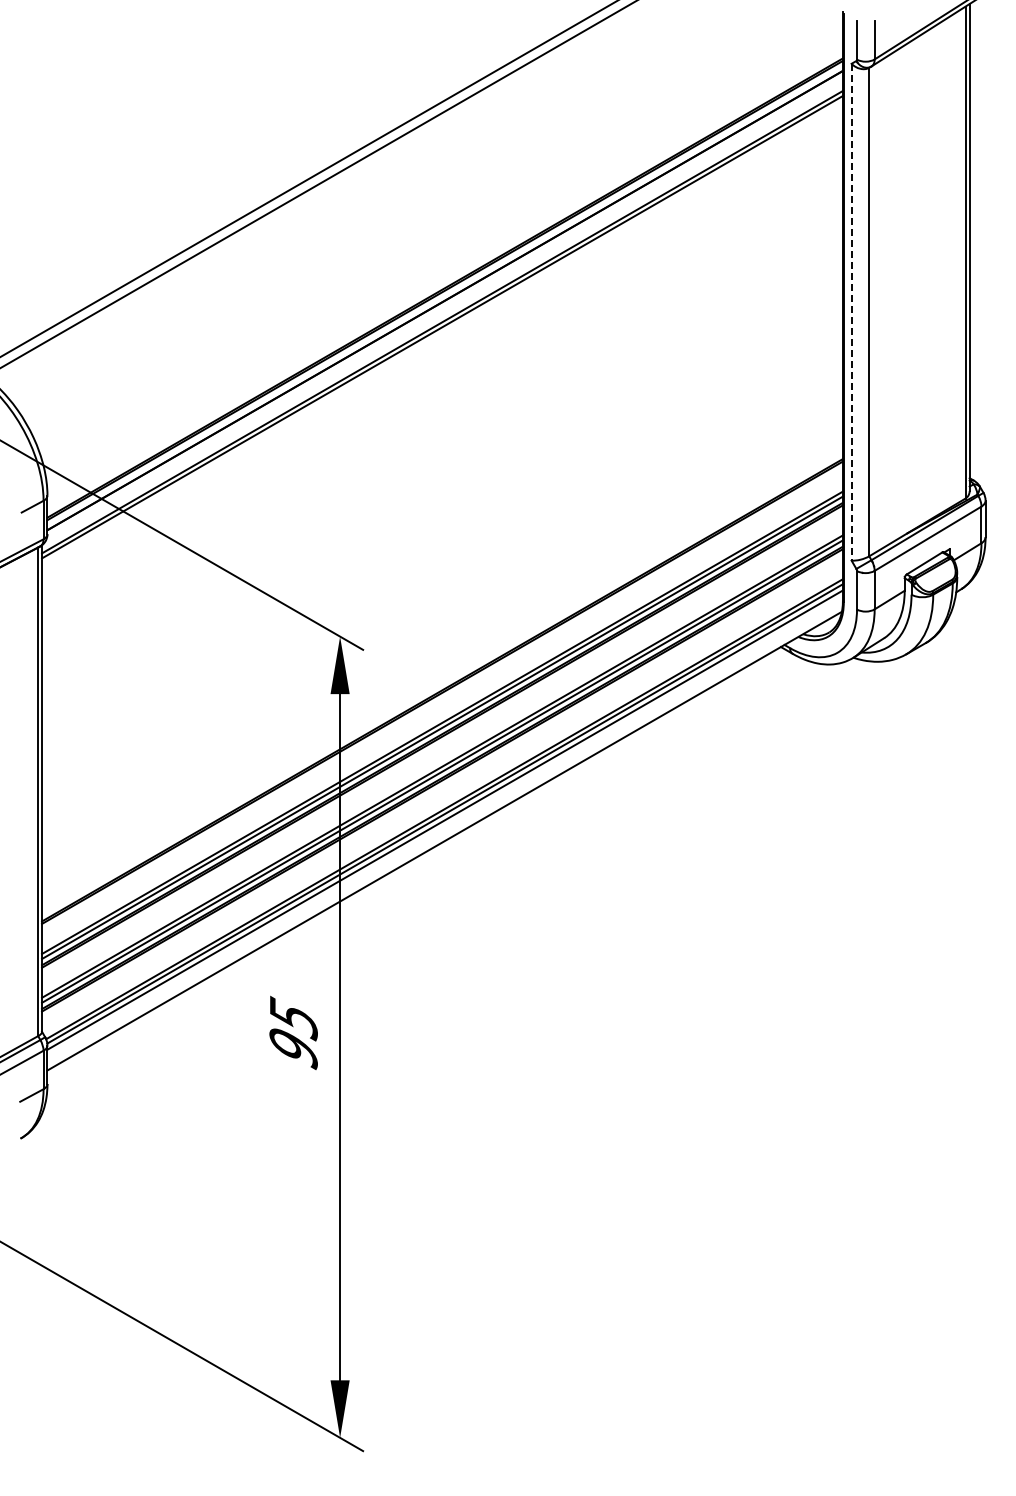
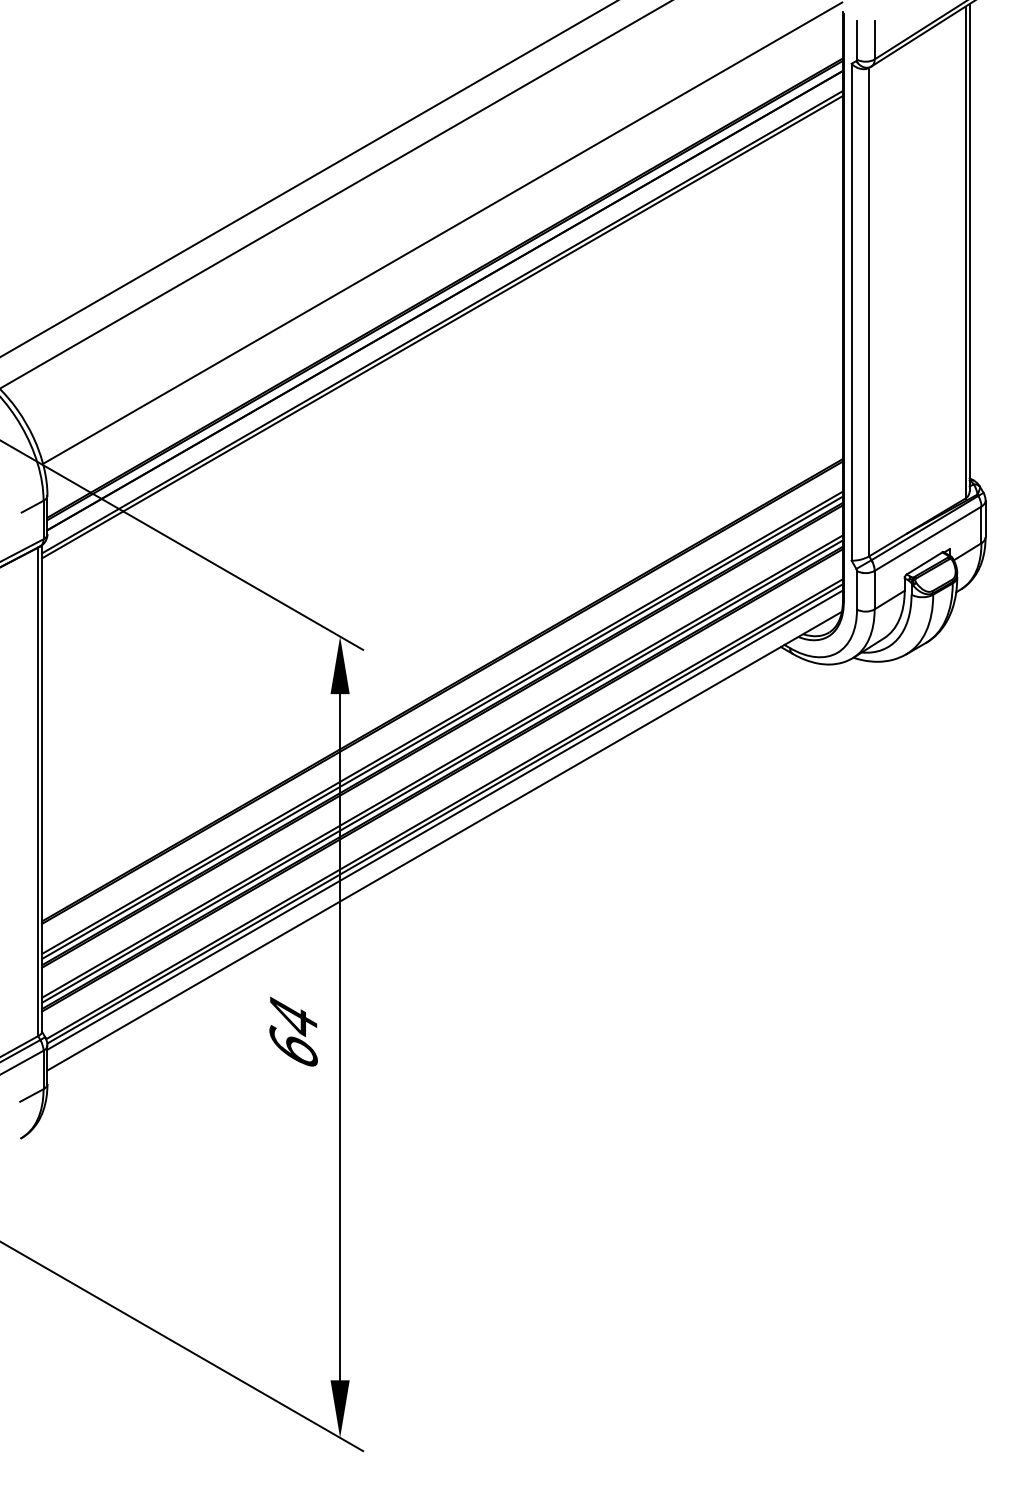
line at (317, 184) position: (317, 184) -> (335, 194)
line at (442, 232): none -> present
line at (851, 312): dashed -> solid
text at (293, 1032): 95 -> 64
